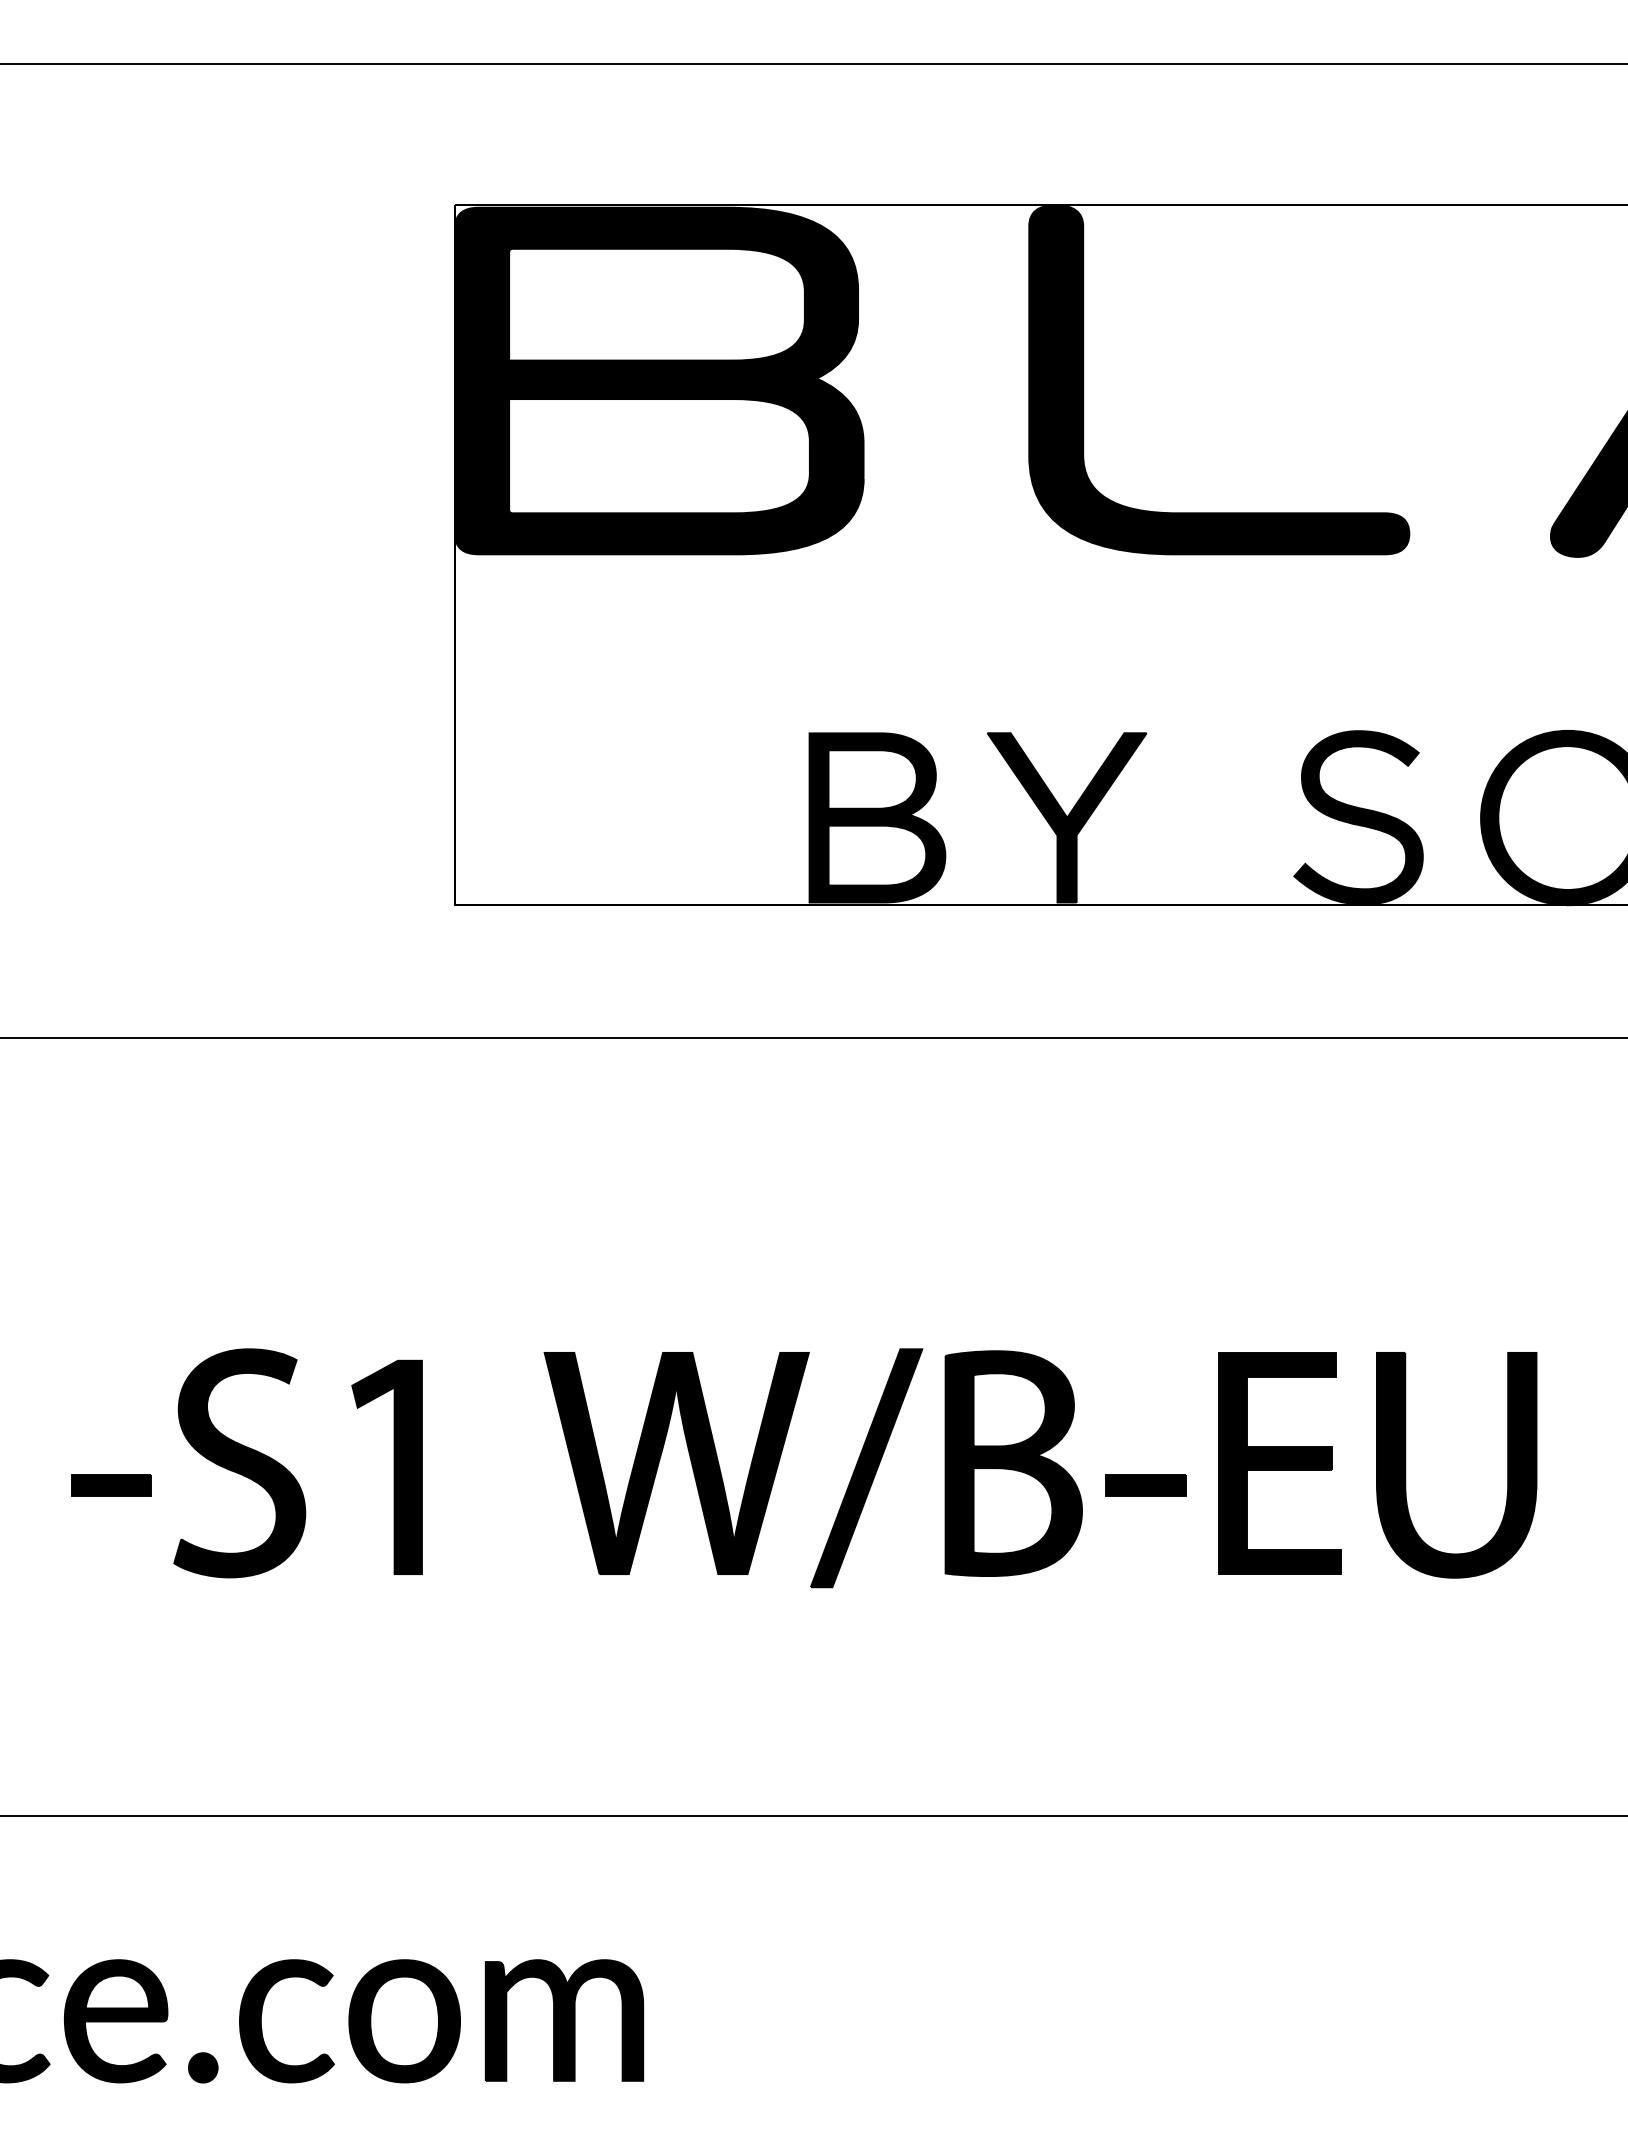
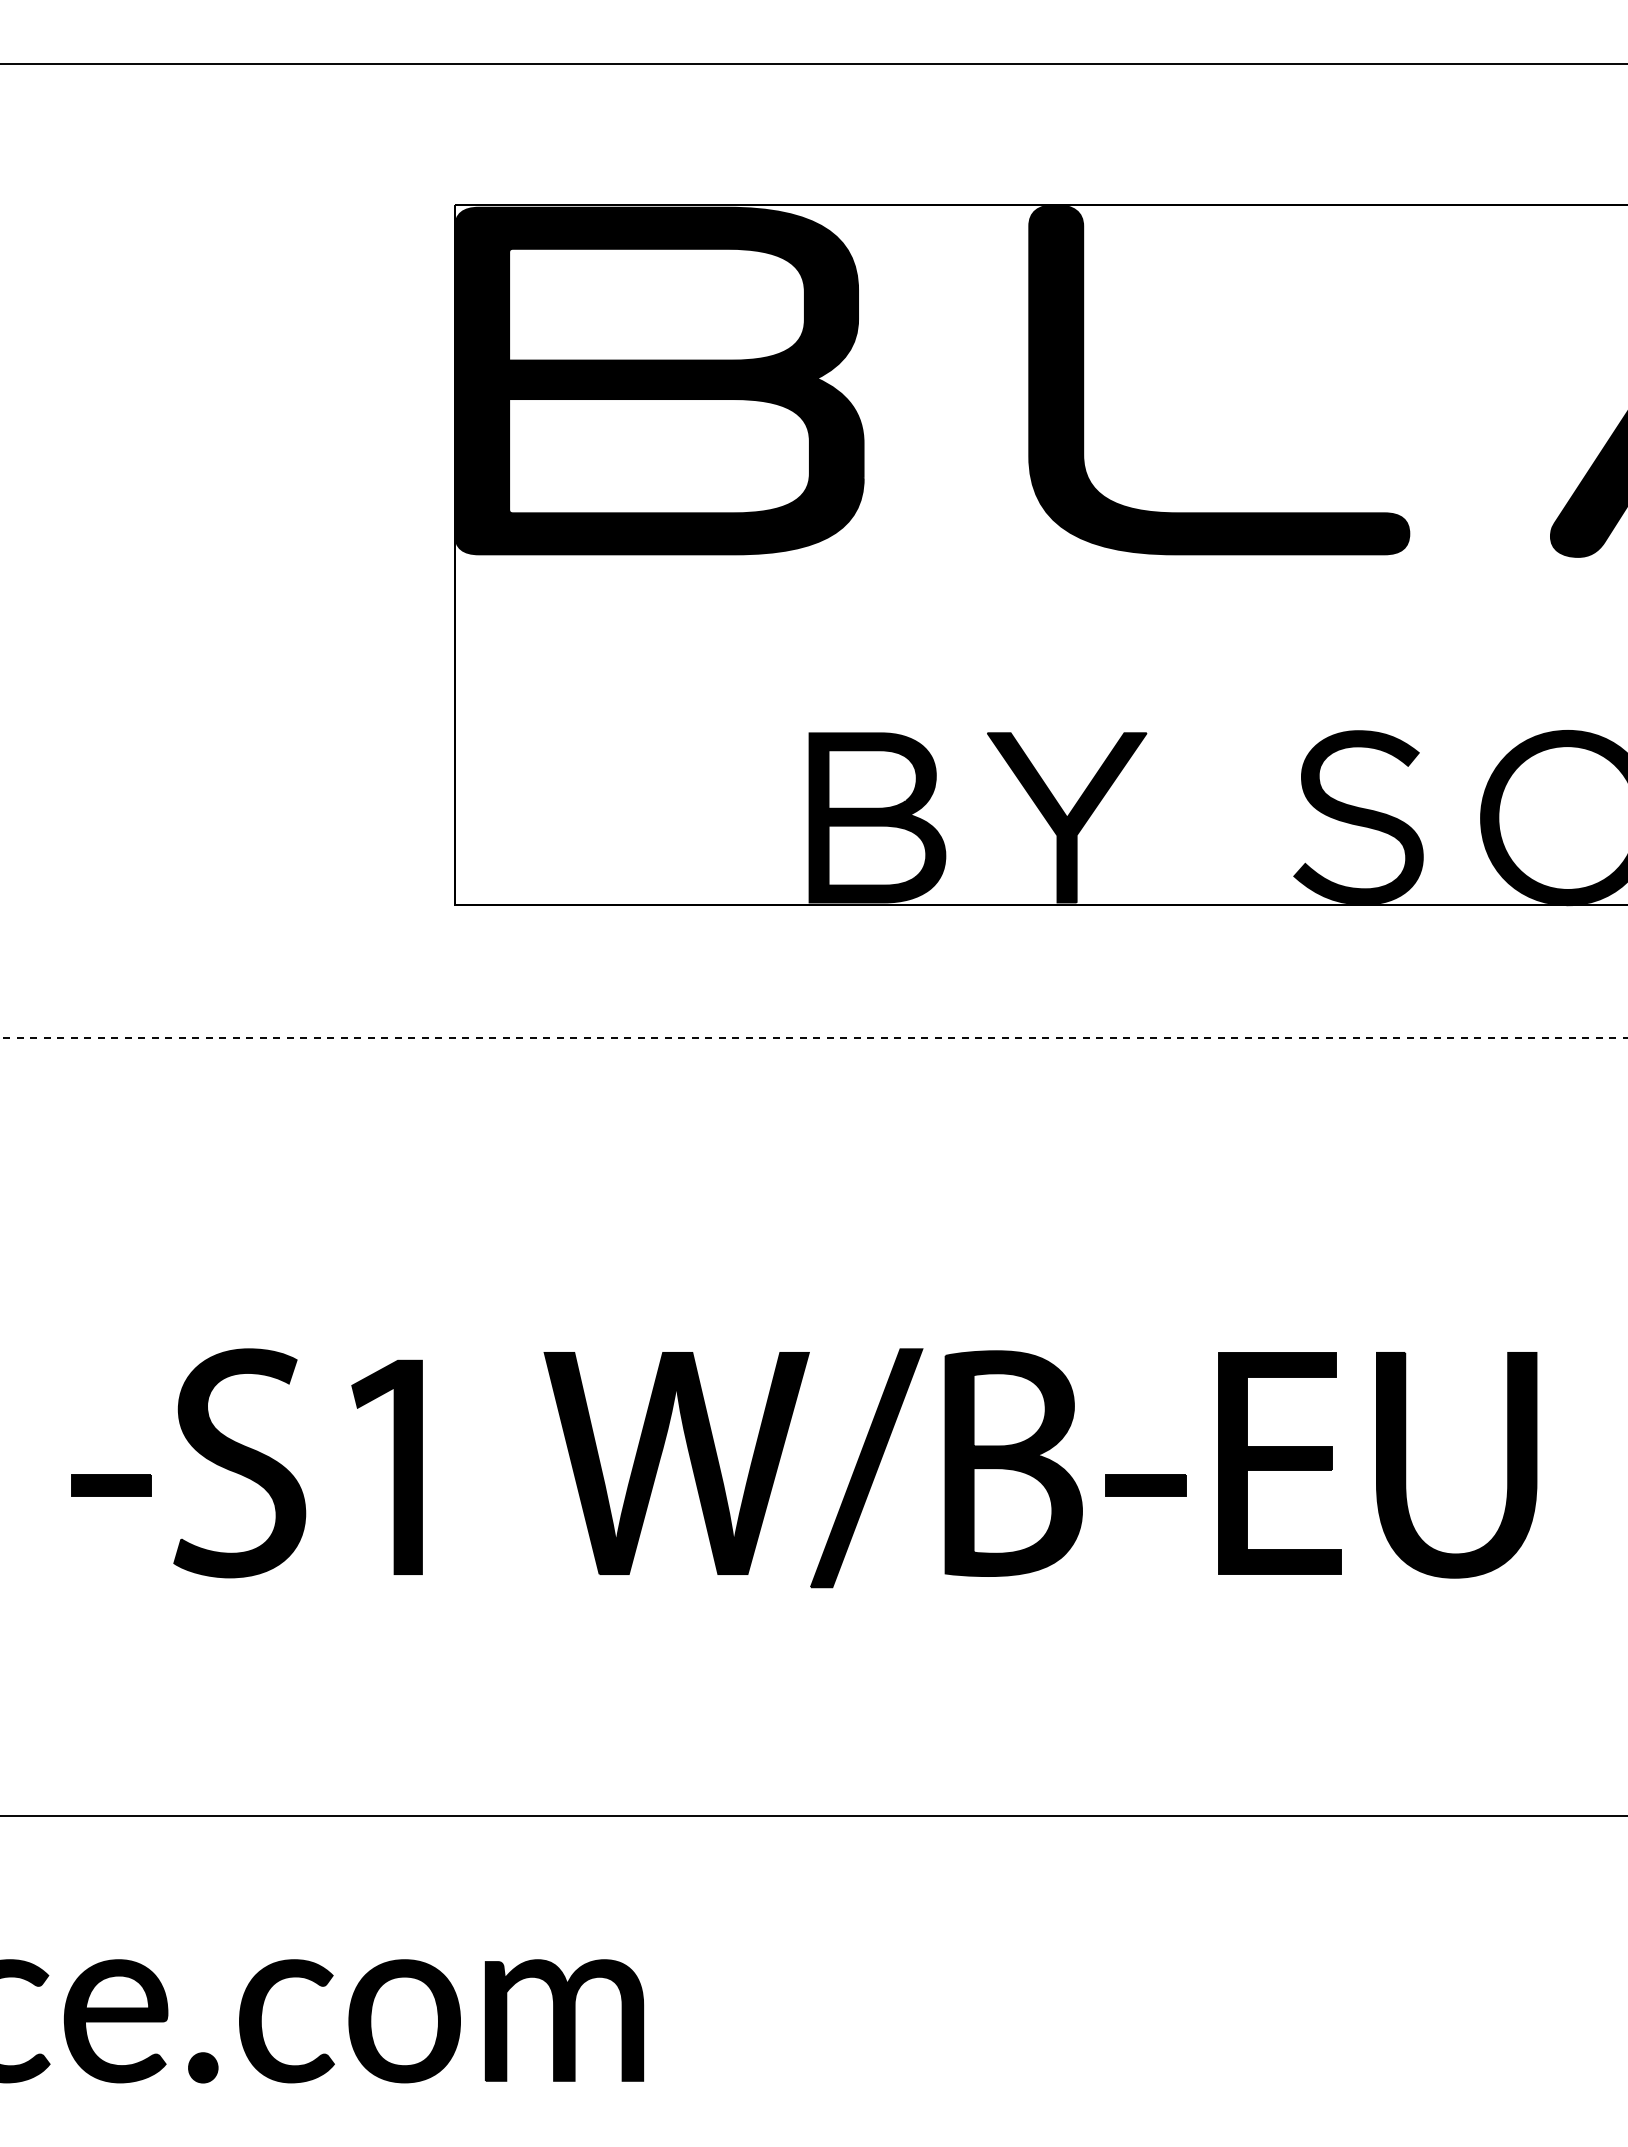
line at (813, 1038): solid -> dashed
